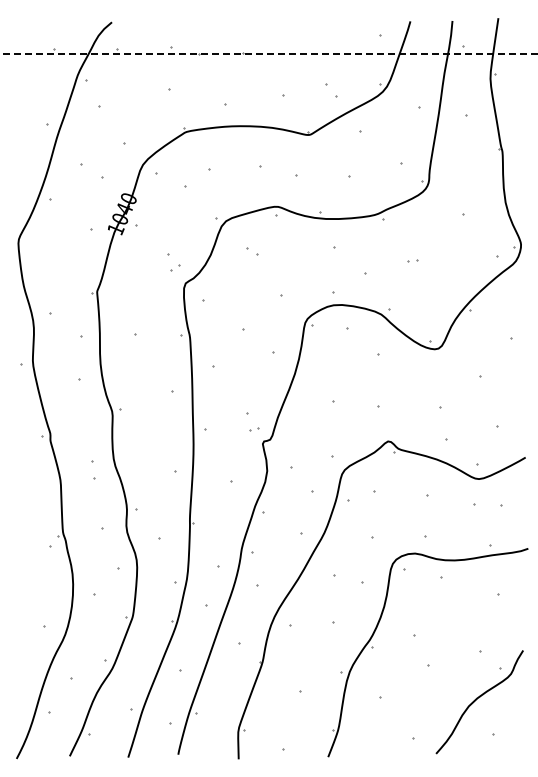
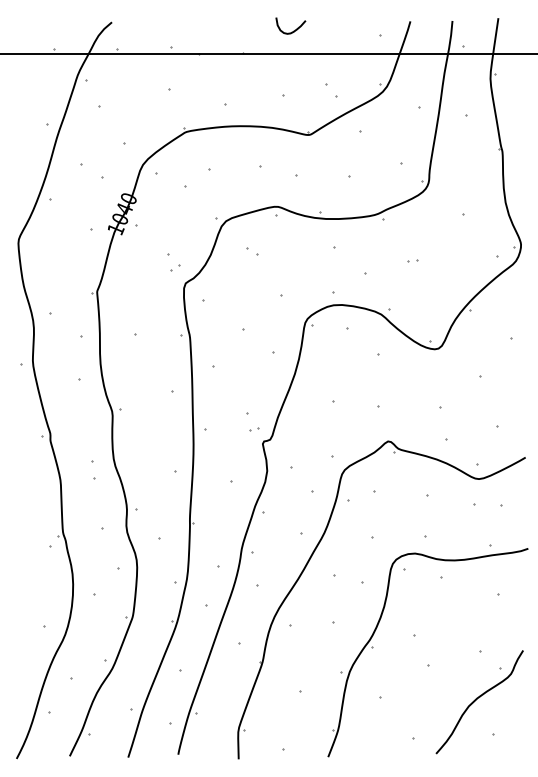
curve at (293, 30): none -> present
line at (268, 54): dashed -> solid
